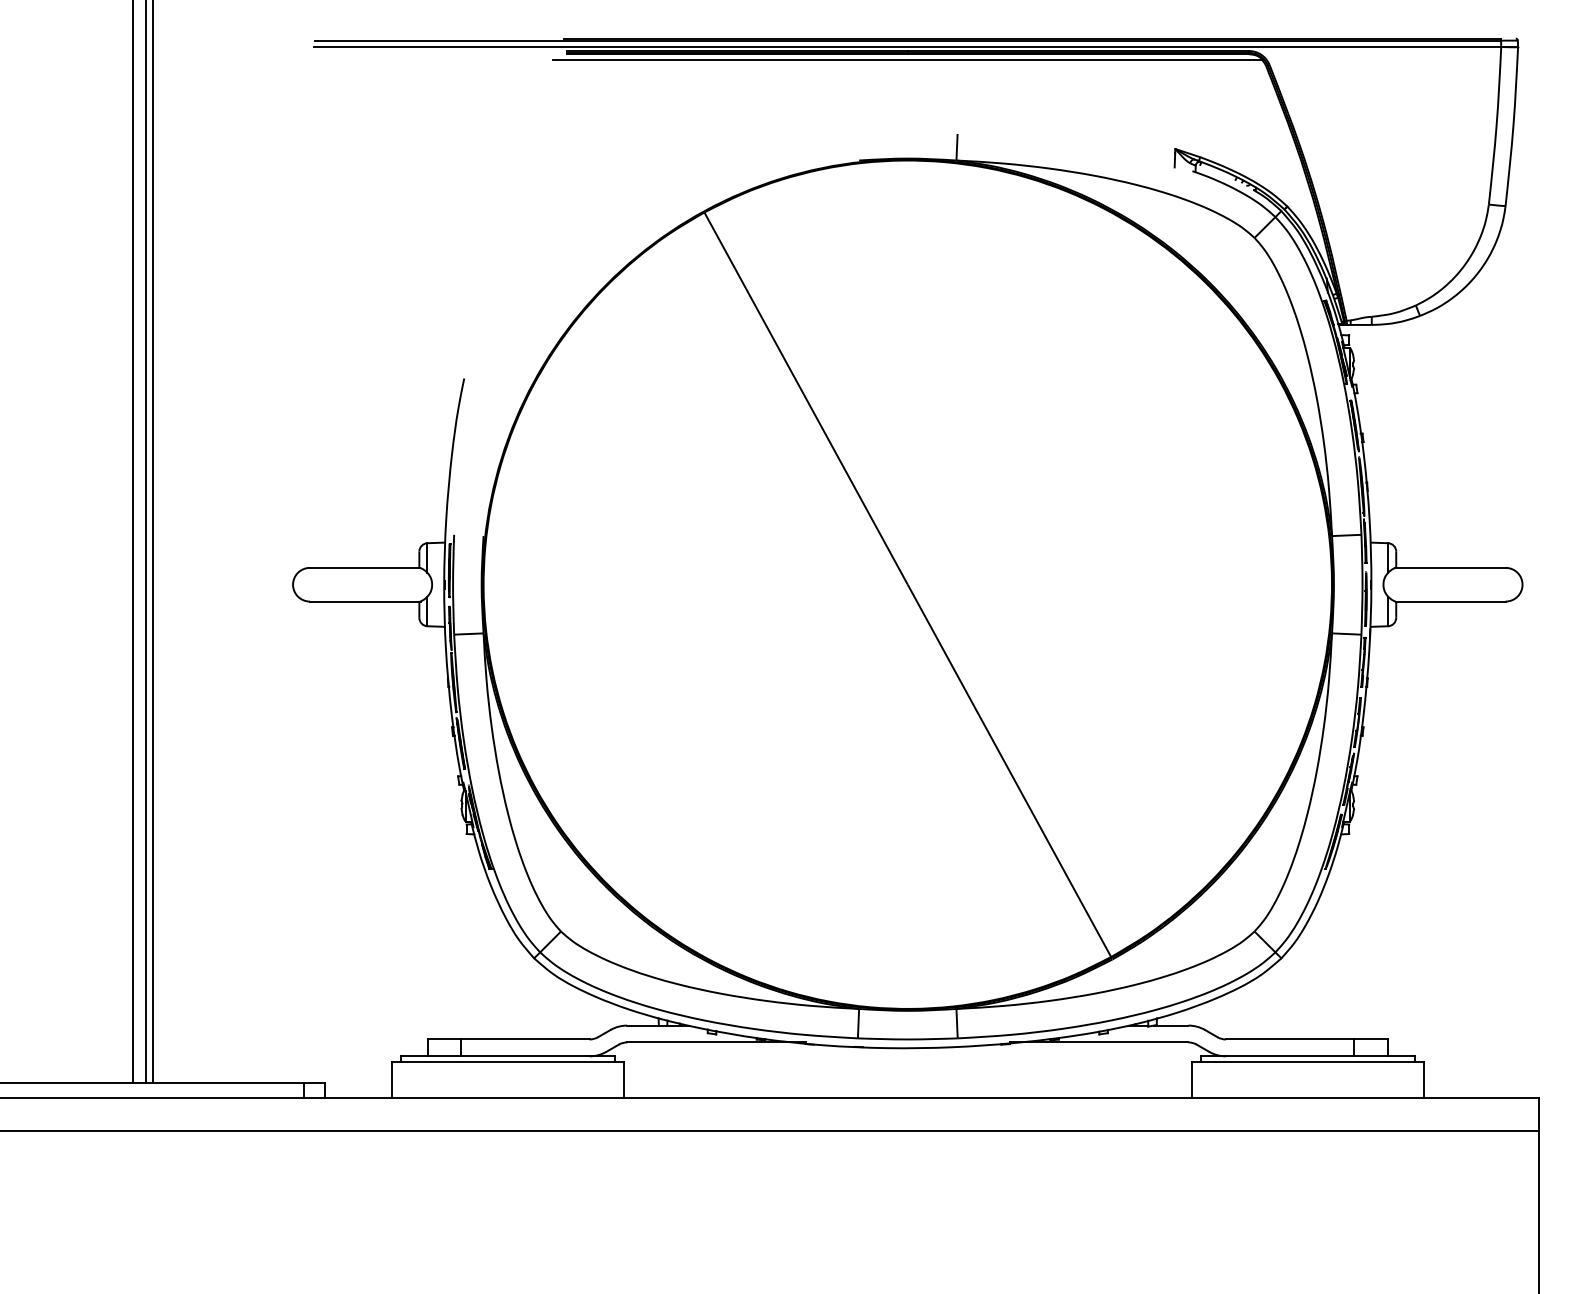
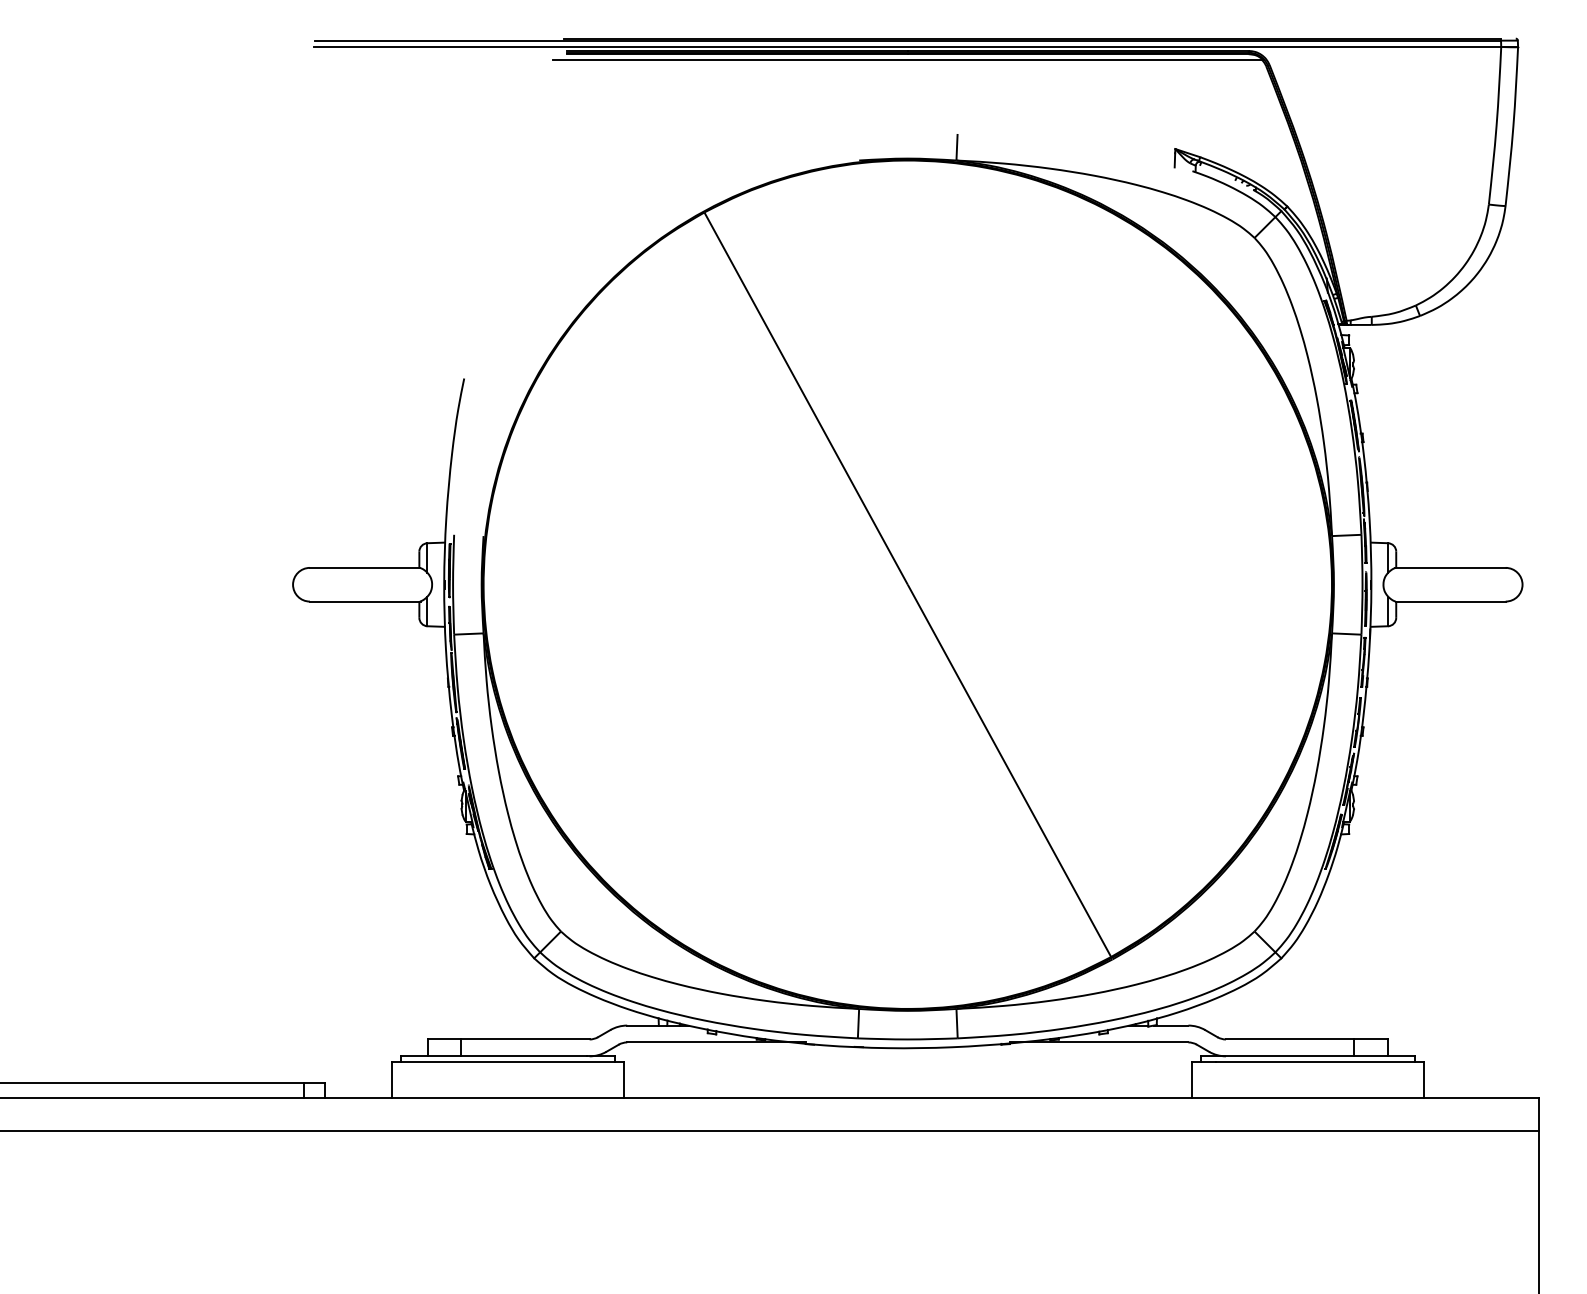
line at (132, 542): present -> none
line at (145, 542): present -> none
line at (153, 542): present -> none
